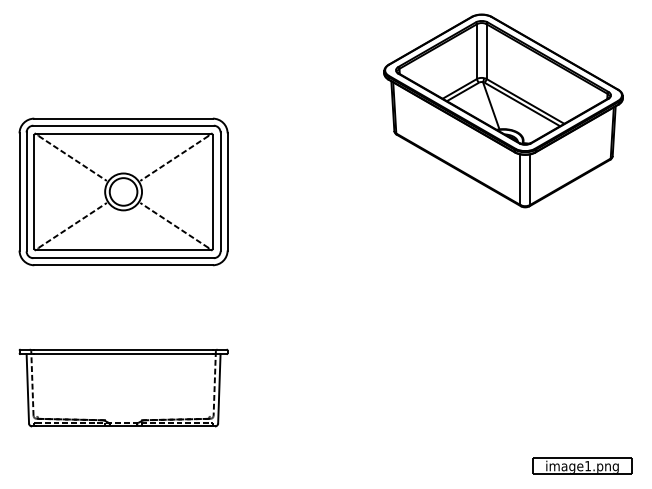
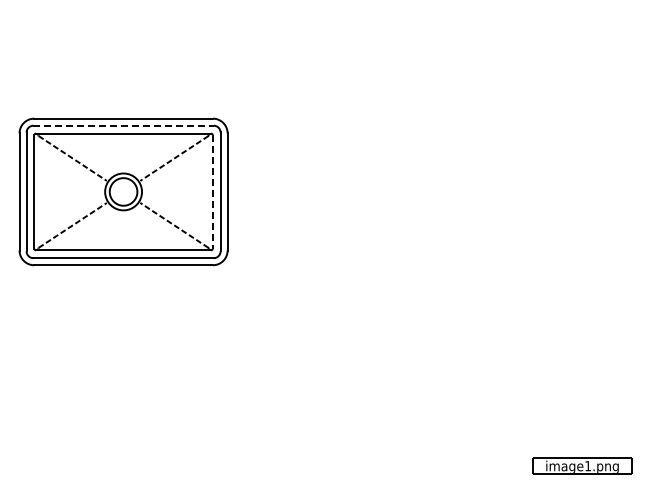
part at (503, 110): present -> none
line at (124, 125): solid -> dashed
line at (212, 191): solid -> dashed
part at (123, 387): present -> none
